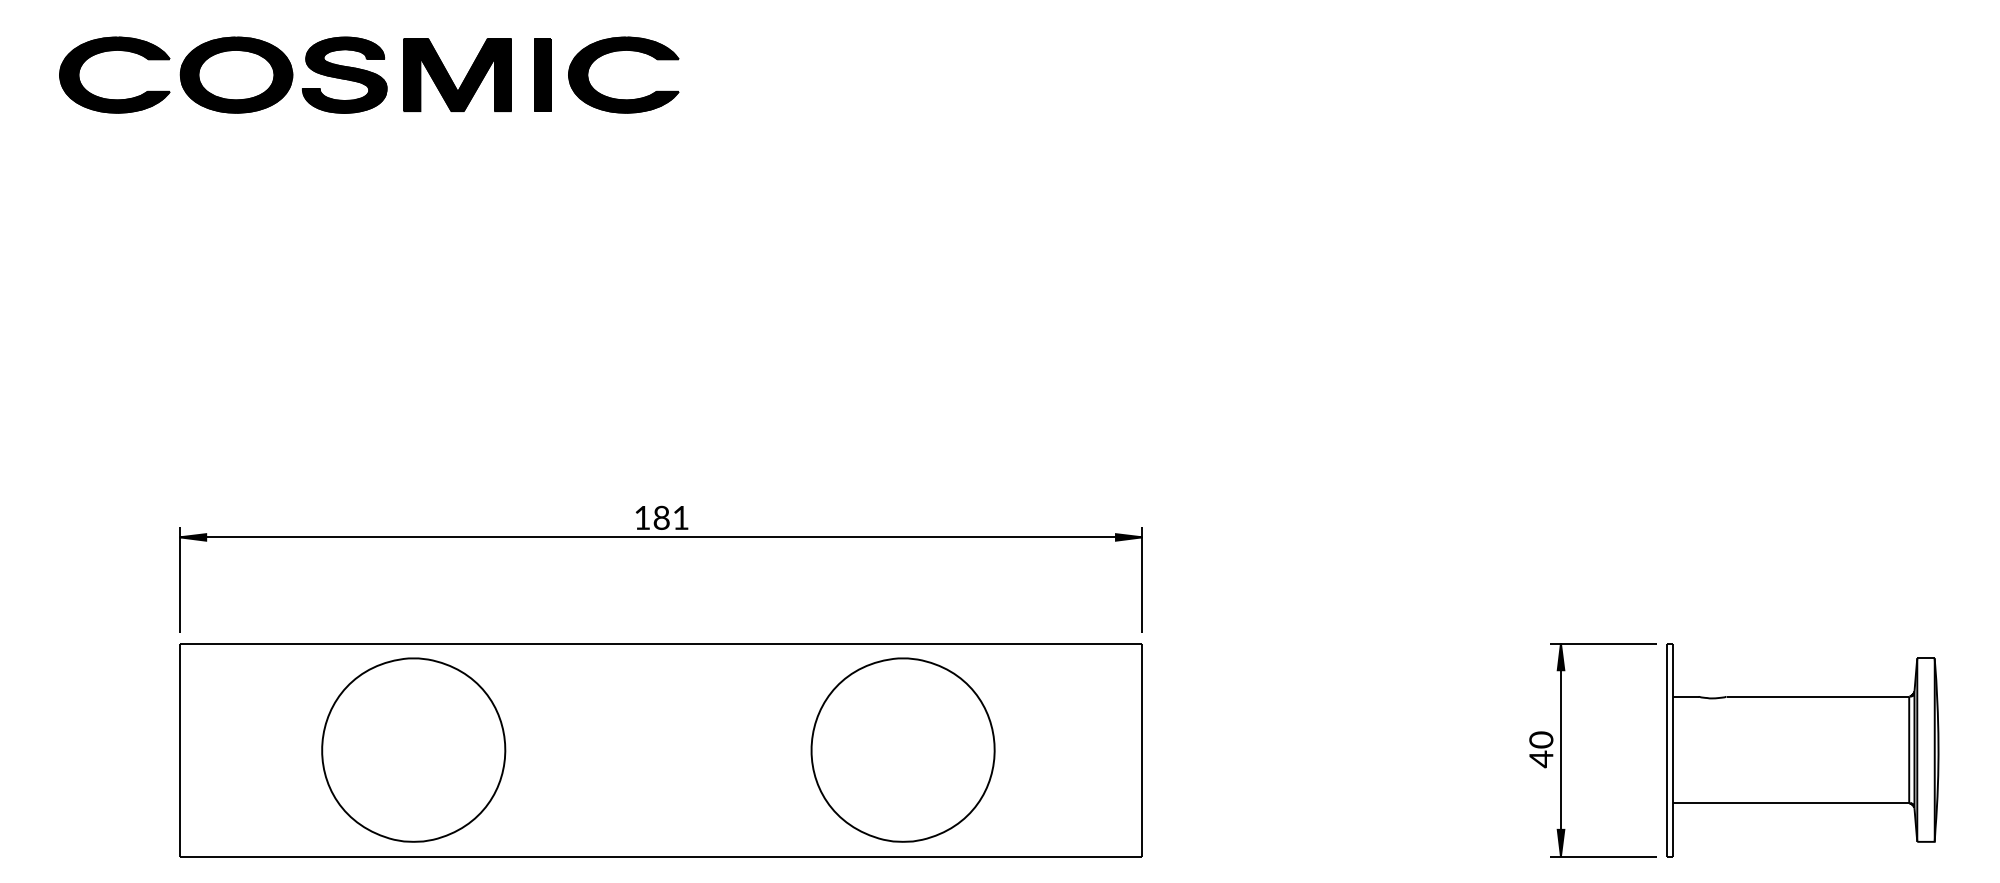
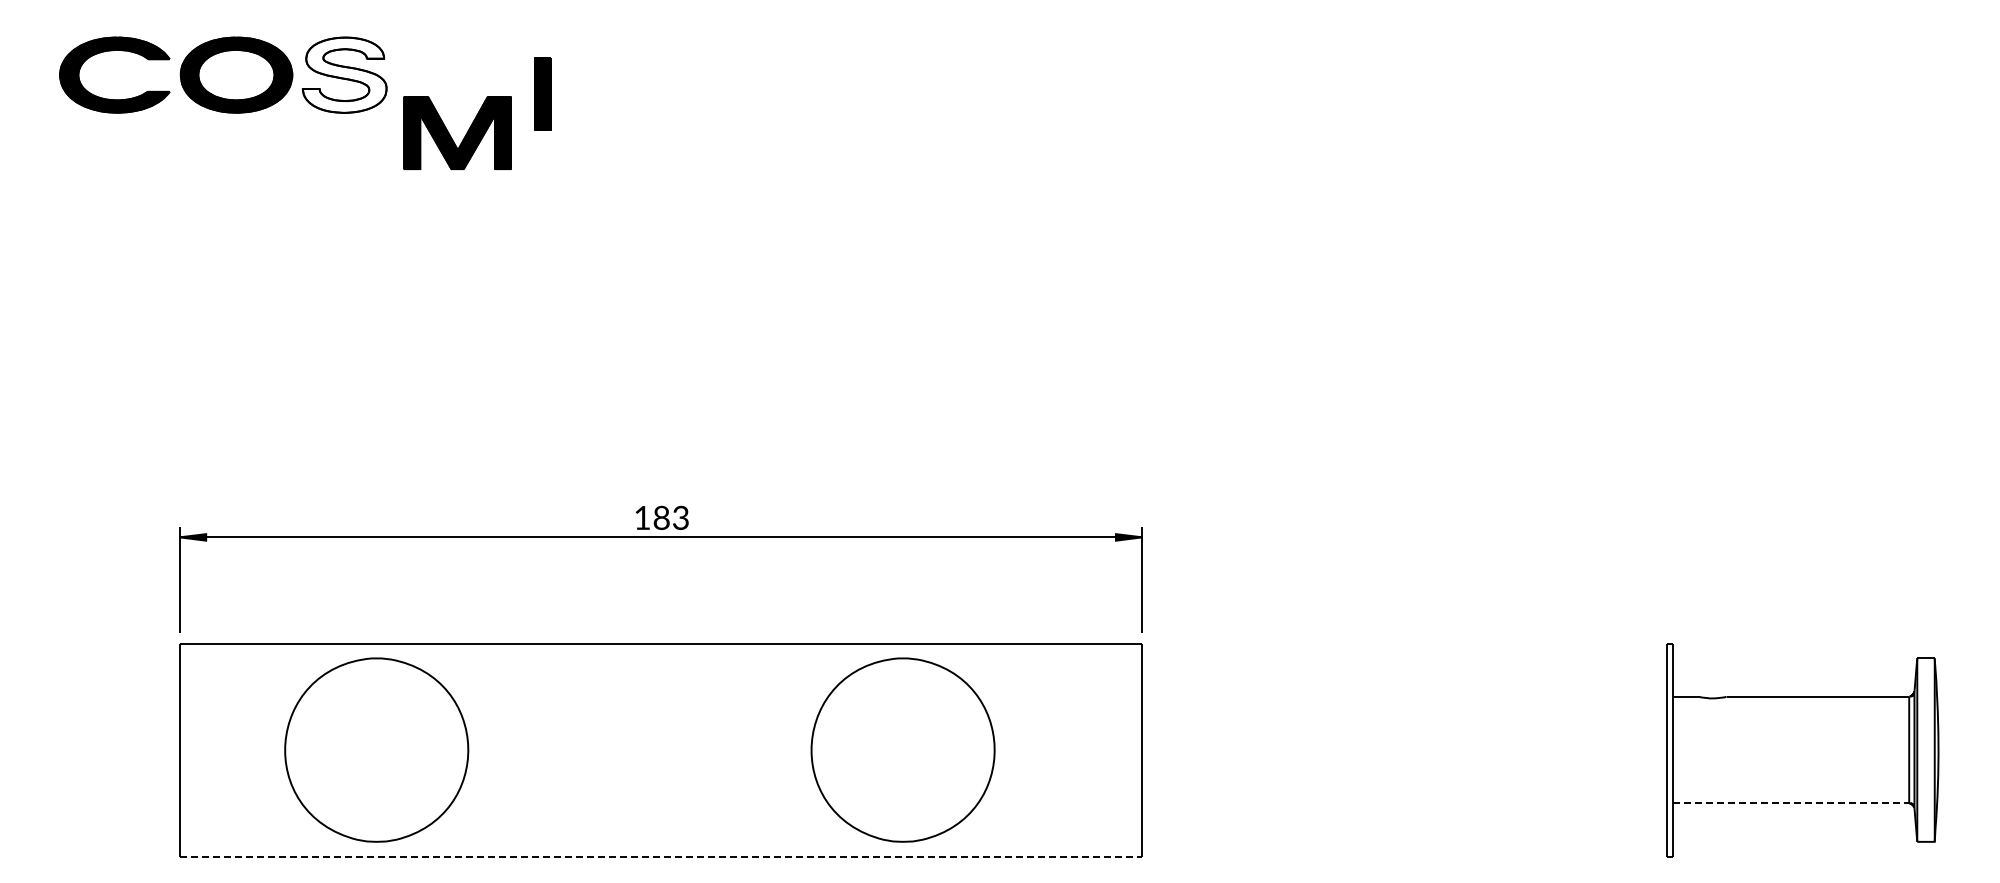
part at (621, 51): present -> none
fill at (344, 74): present -> none
part at (542, 74) position: (542, 74) -> (542, 93)
part at (451, 78) position: (451, 78) -> (451, 136)
text at (680, 517): 181 -> 183
part at (413, 749) position: (413, 749) -> (376, 749)
part at (1561, 750): present -> none
line at (1791, 803): solid -> dashed
line at (661, 856): solid -> dashed
